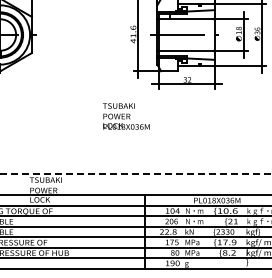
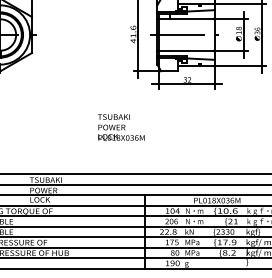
text at (126, 116) position: (126, 116) -> (121, 127)
line at (135, 174): dashed -> solid
line at (135, 184): none -> present
